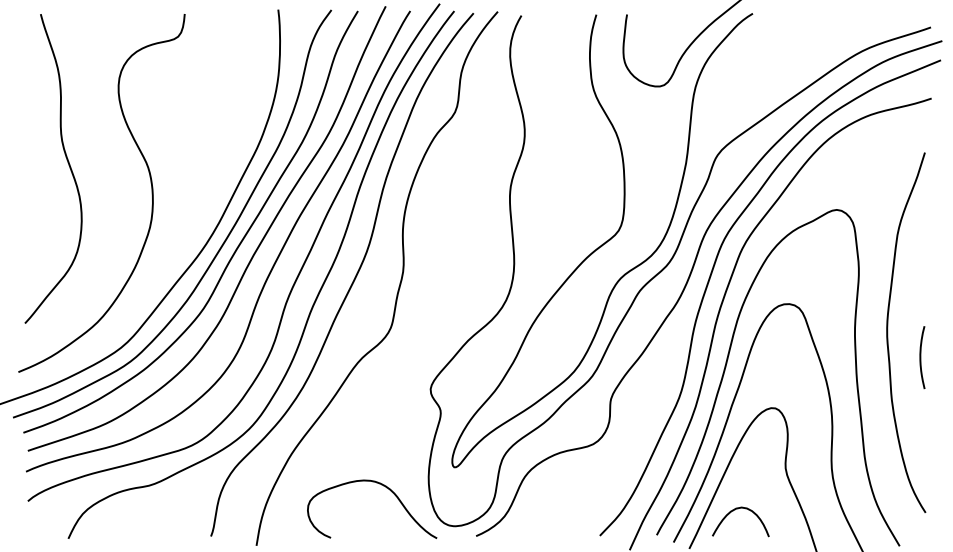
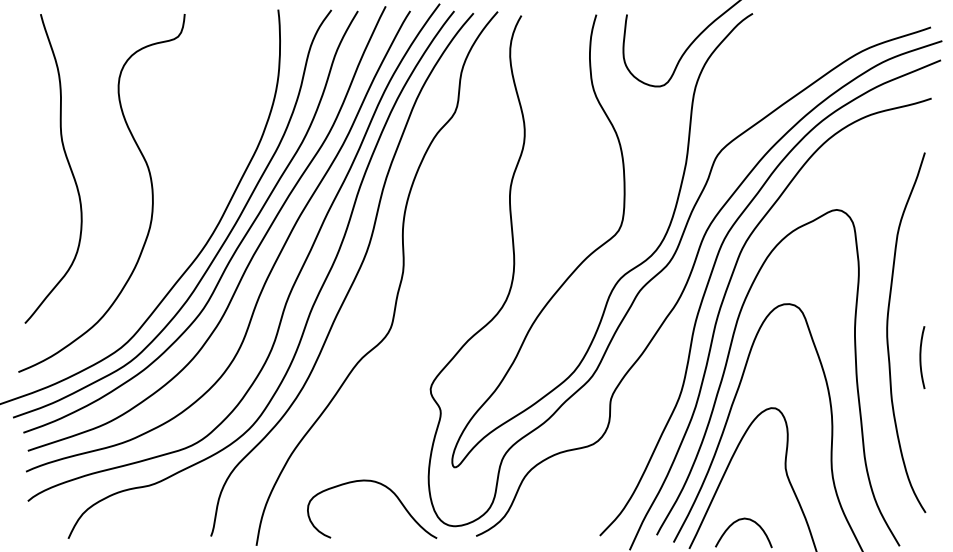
curve at (735, 510) position: (735, 510) -> (738, 521)
